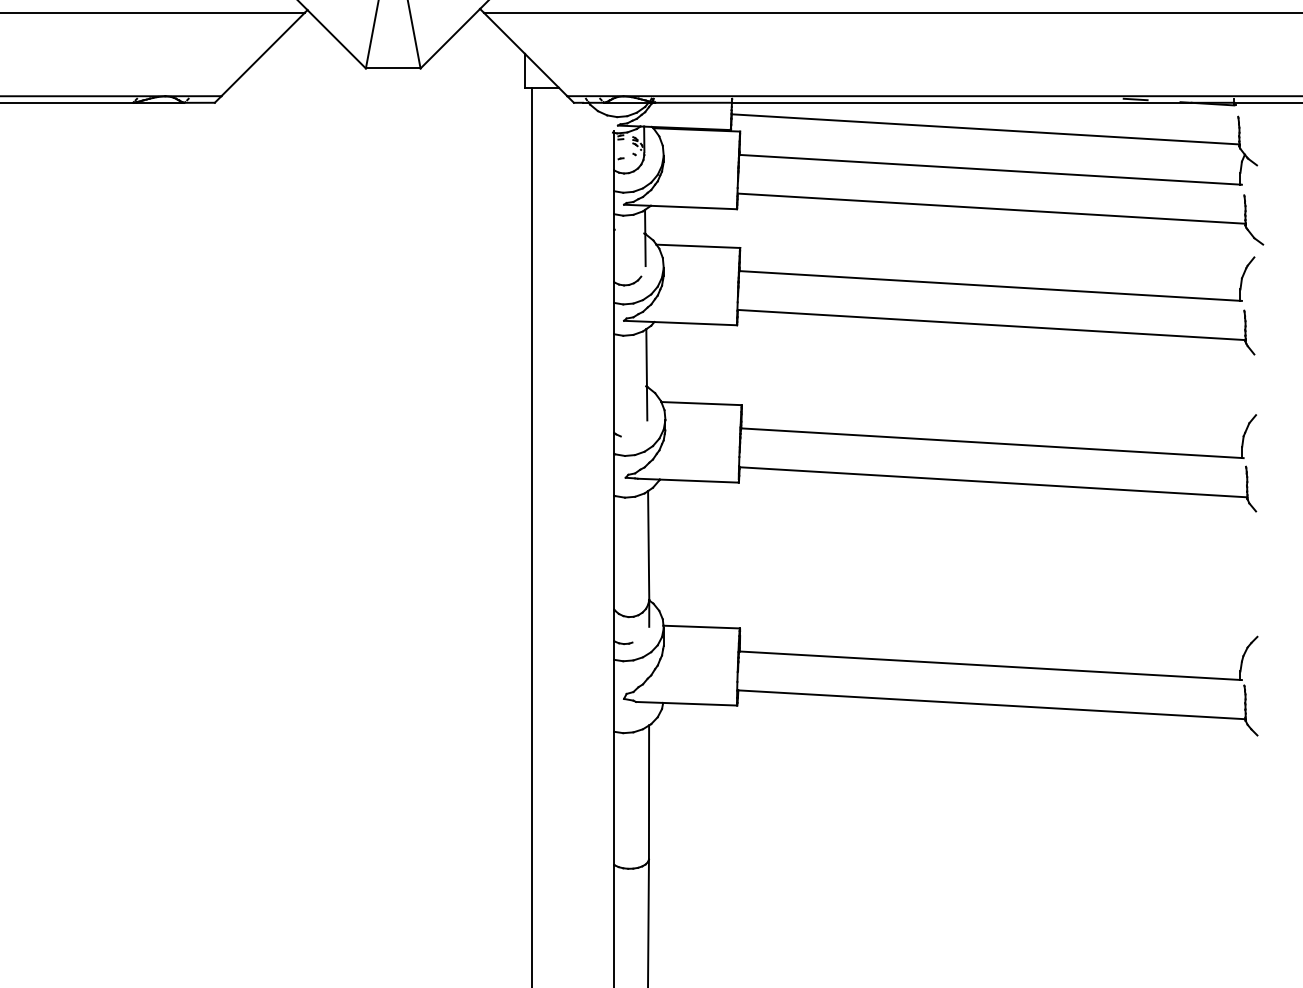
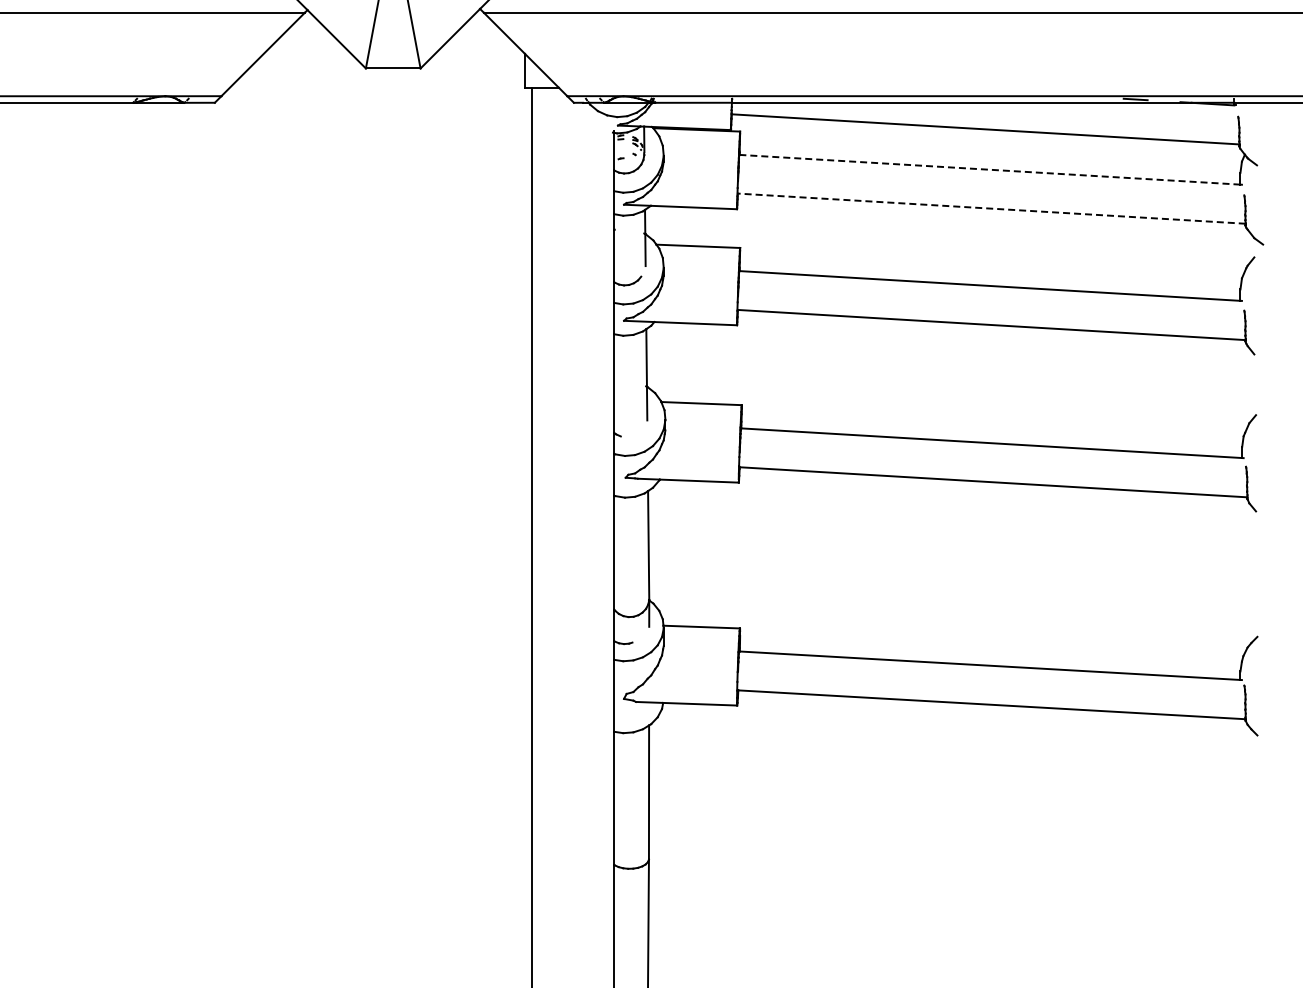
line at (989, 169): solid -> dashed
line at (991, 208): solid -> dashed
